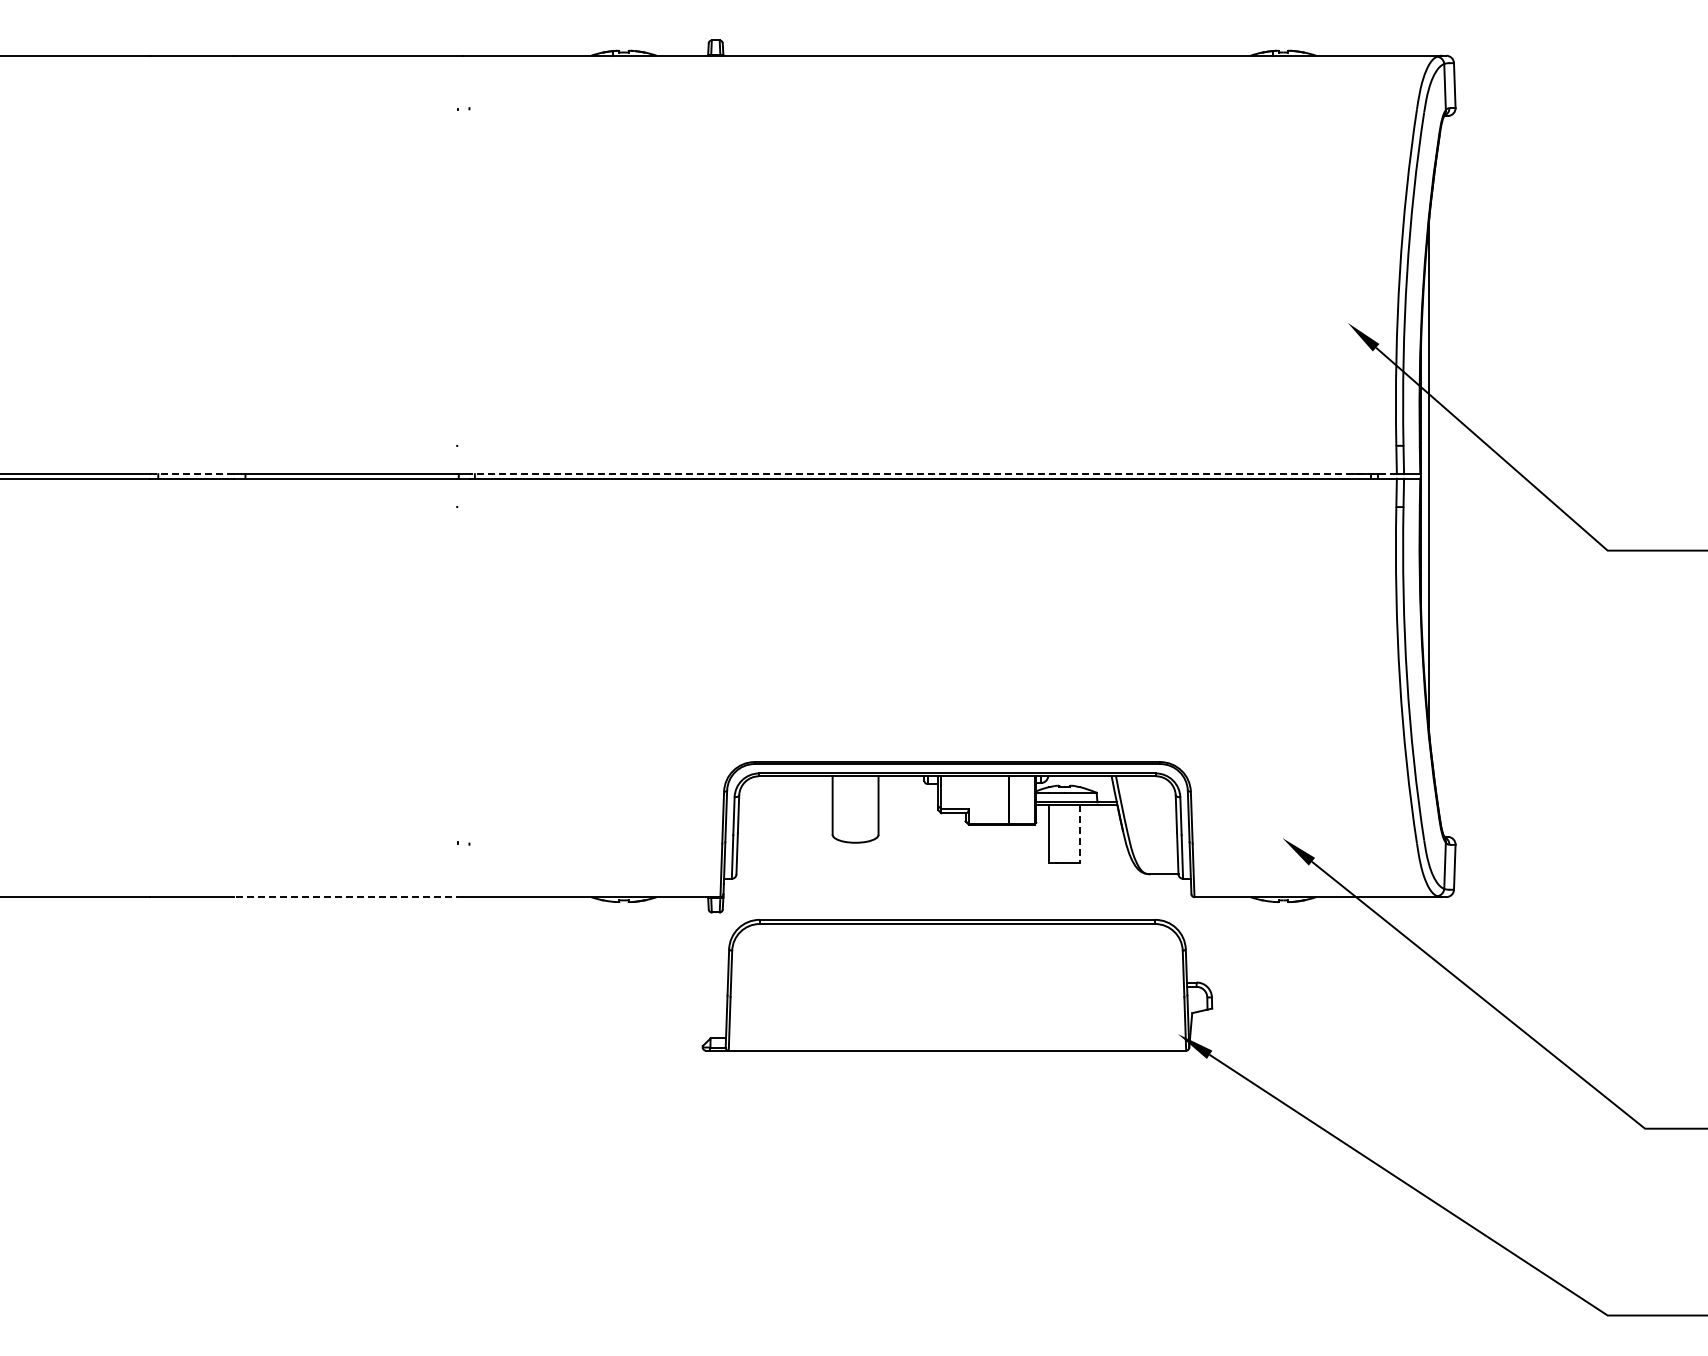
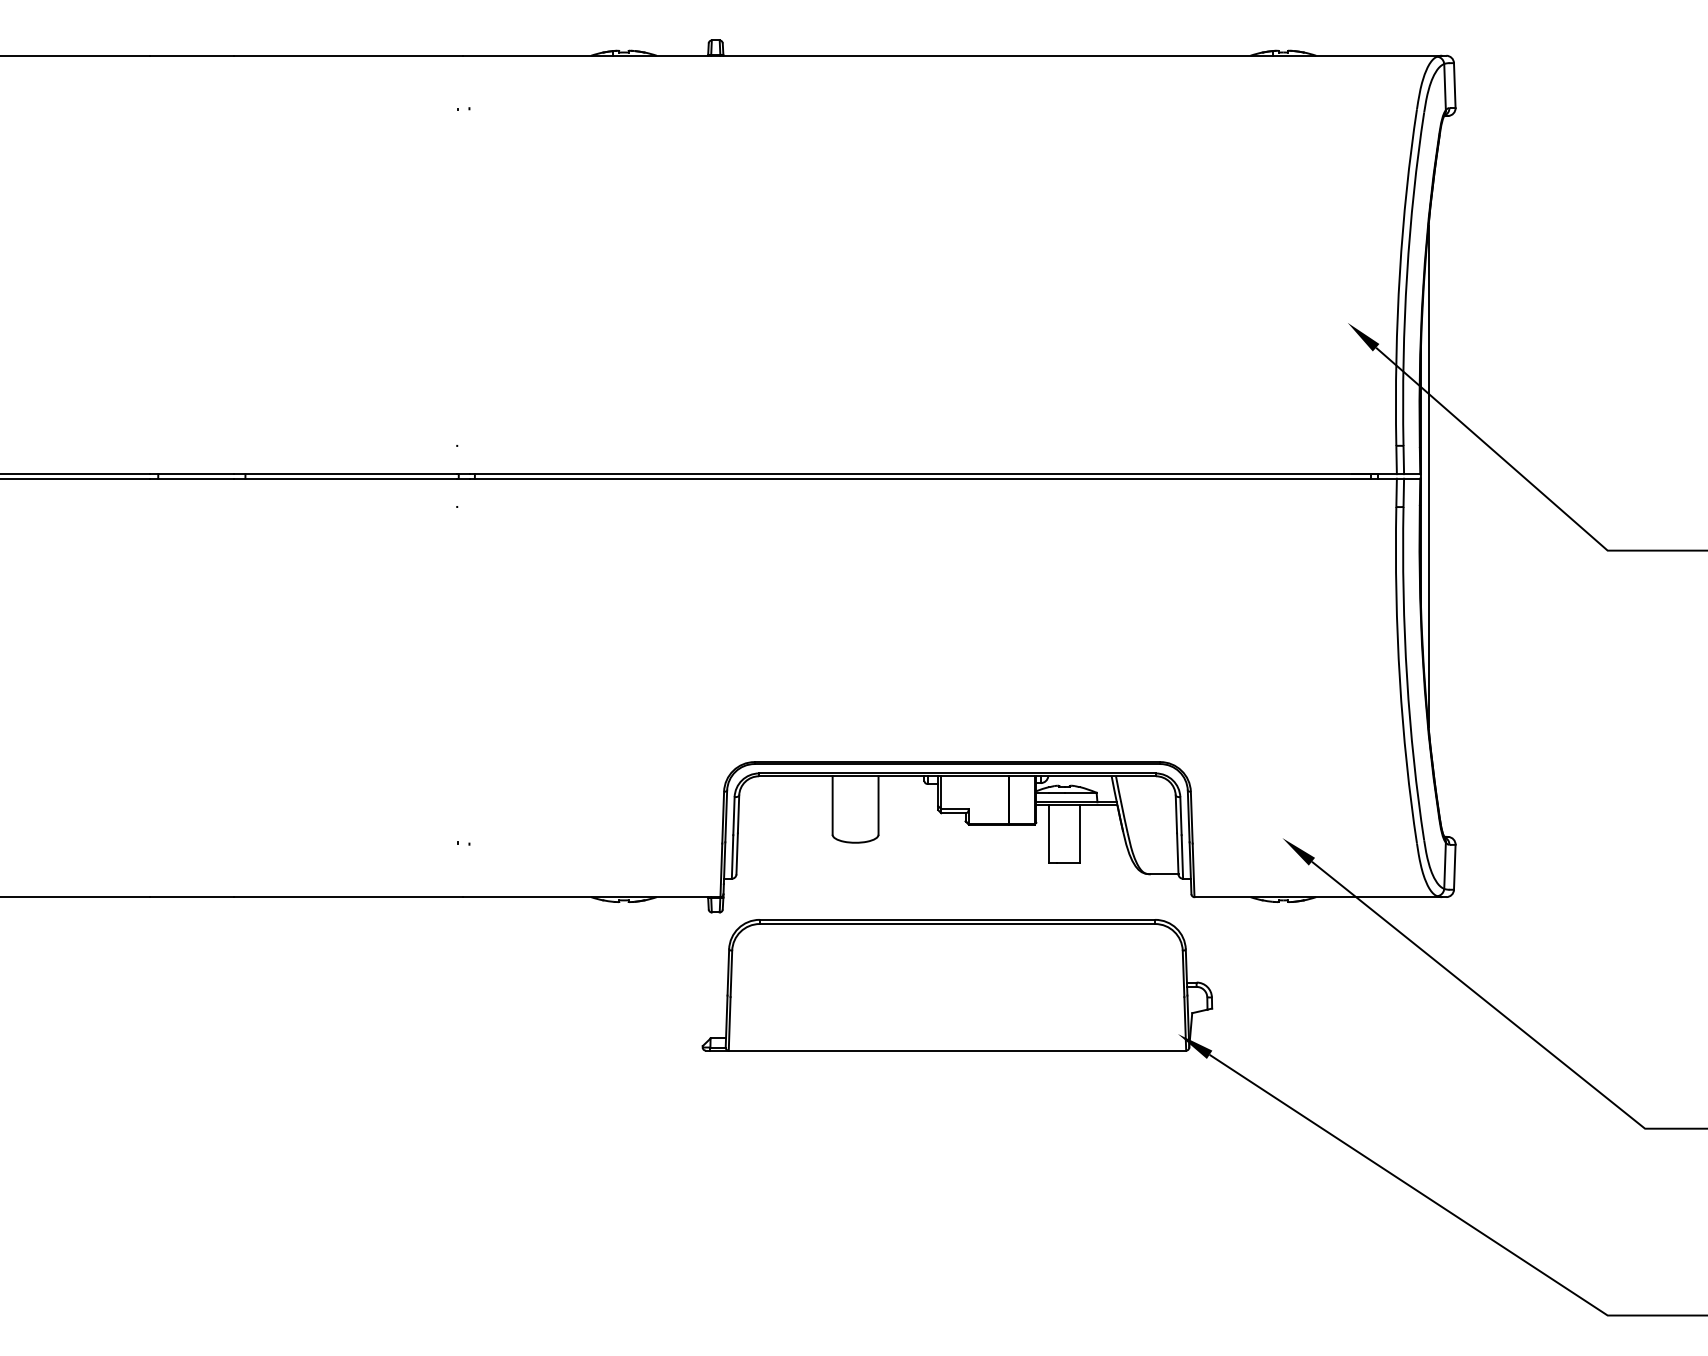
line at (192, 474): dashed -> solid
line at (933, 474): dashed -> solid
line at (1079, 834): dashed -> solid
line at (348, 897): dashed -> solid
